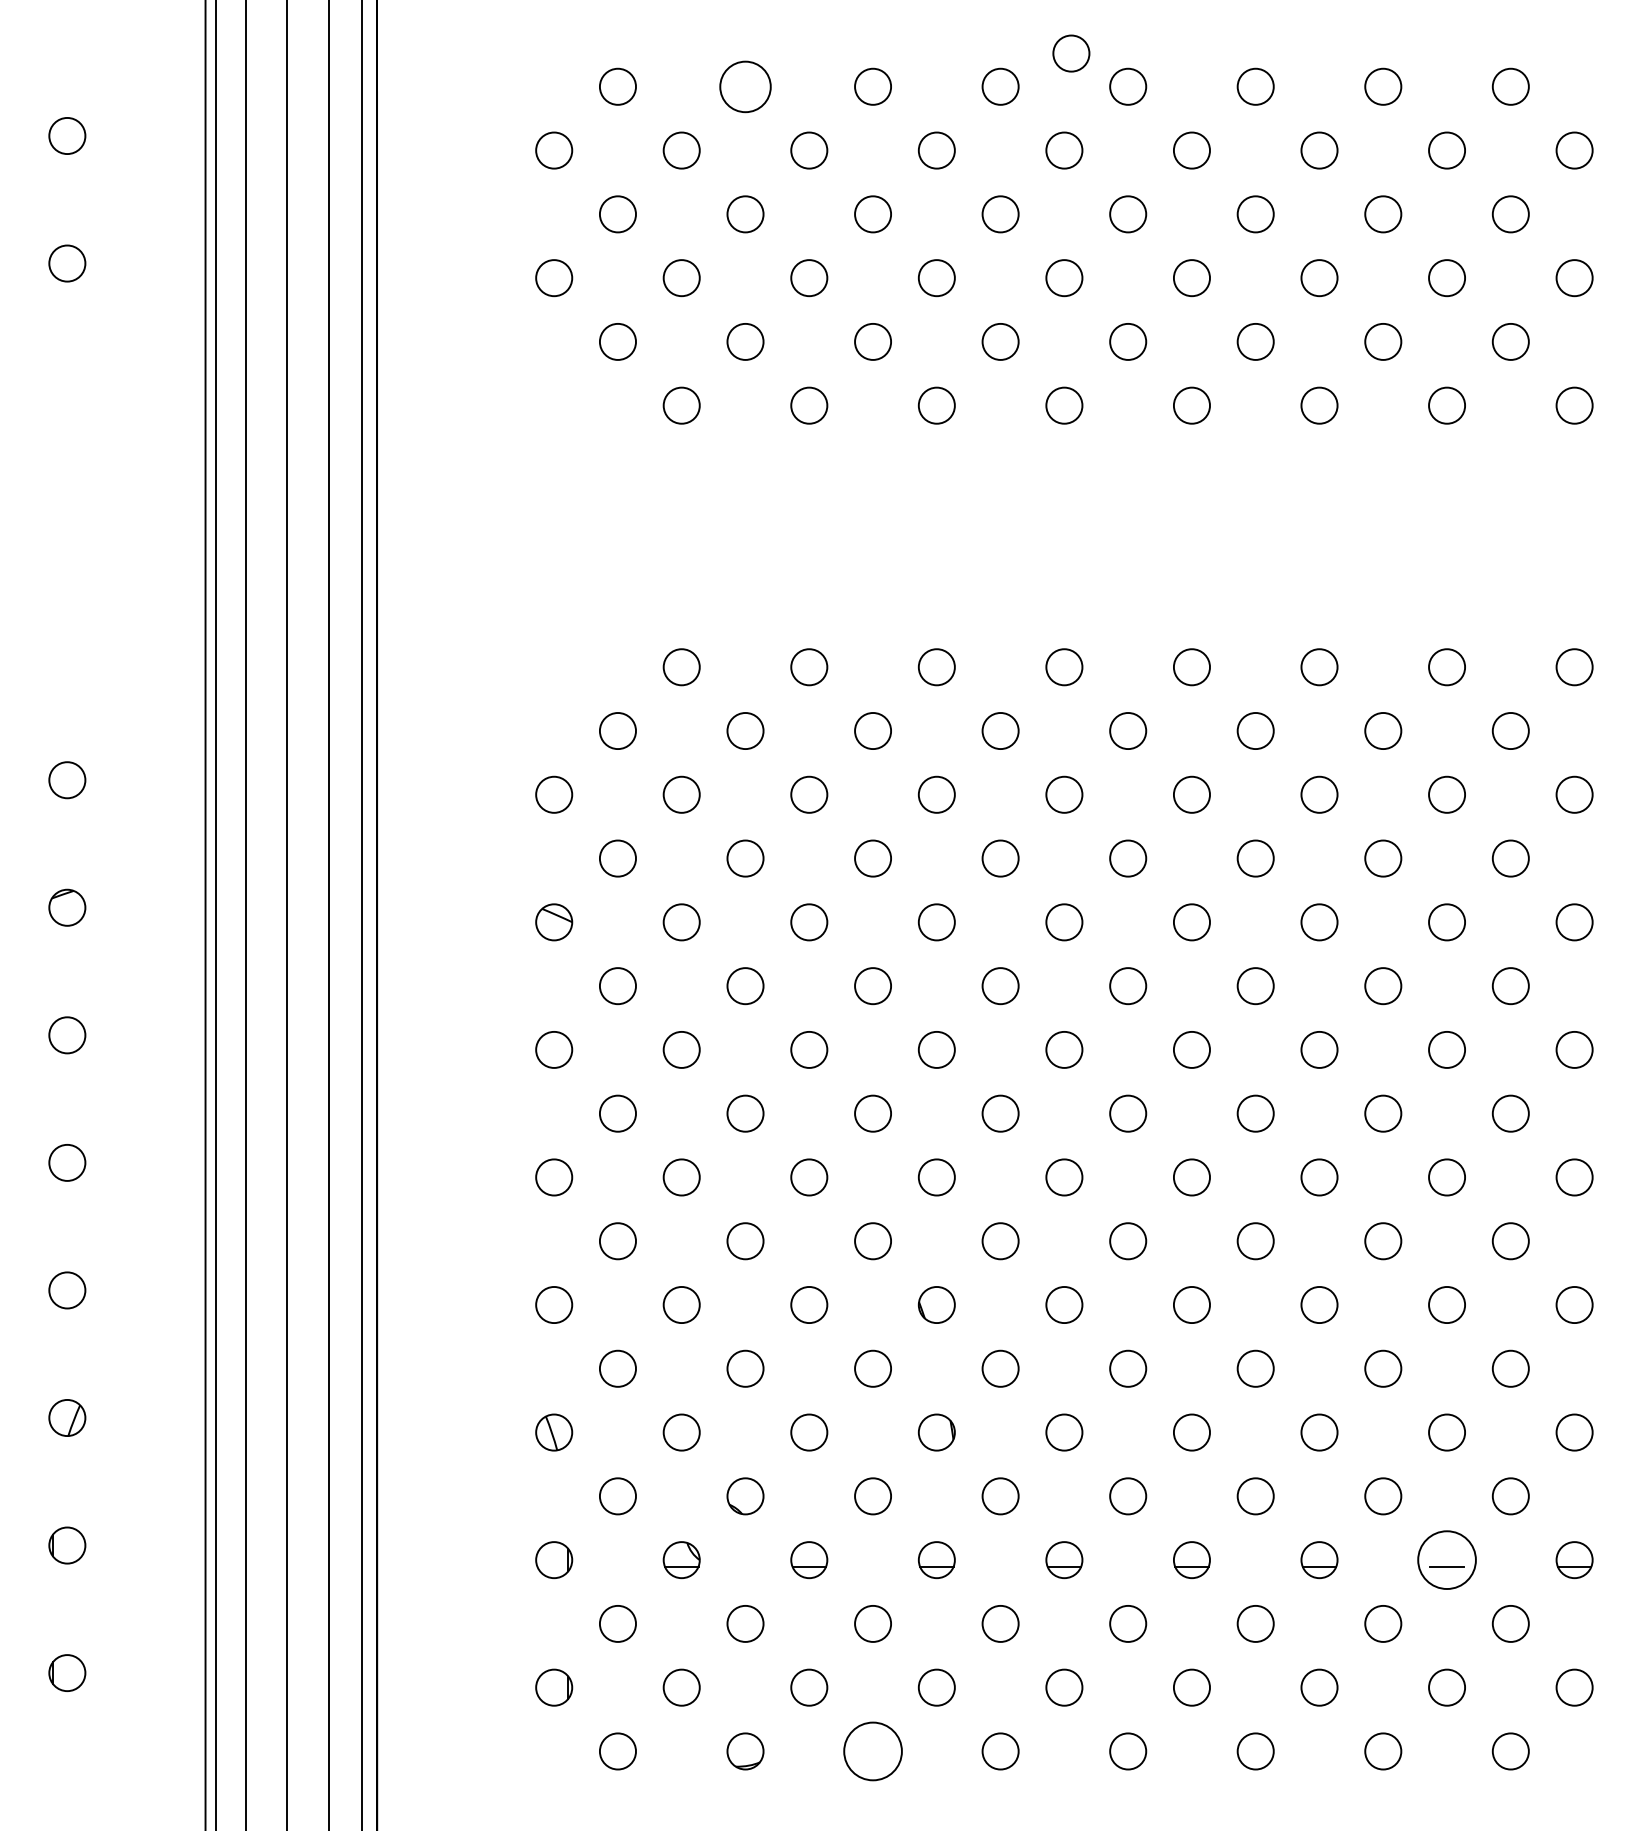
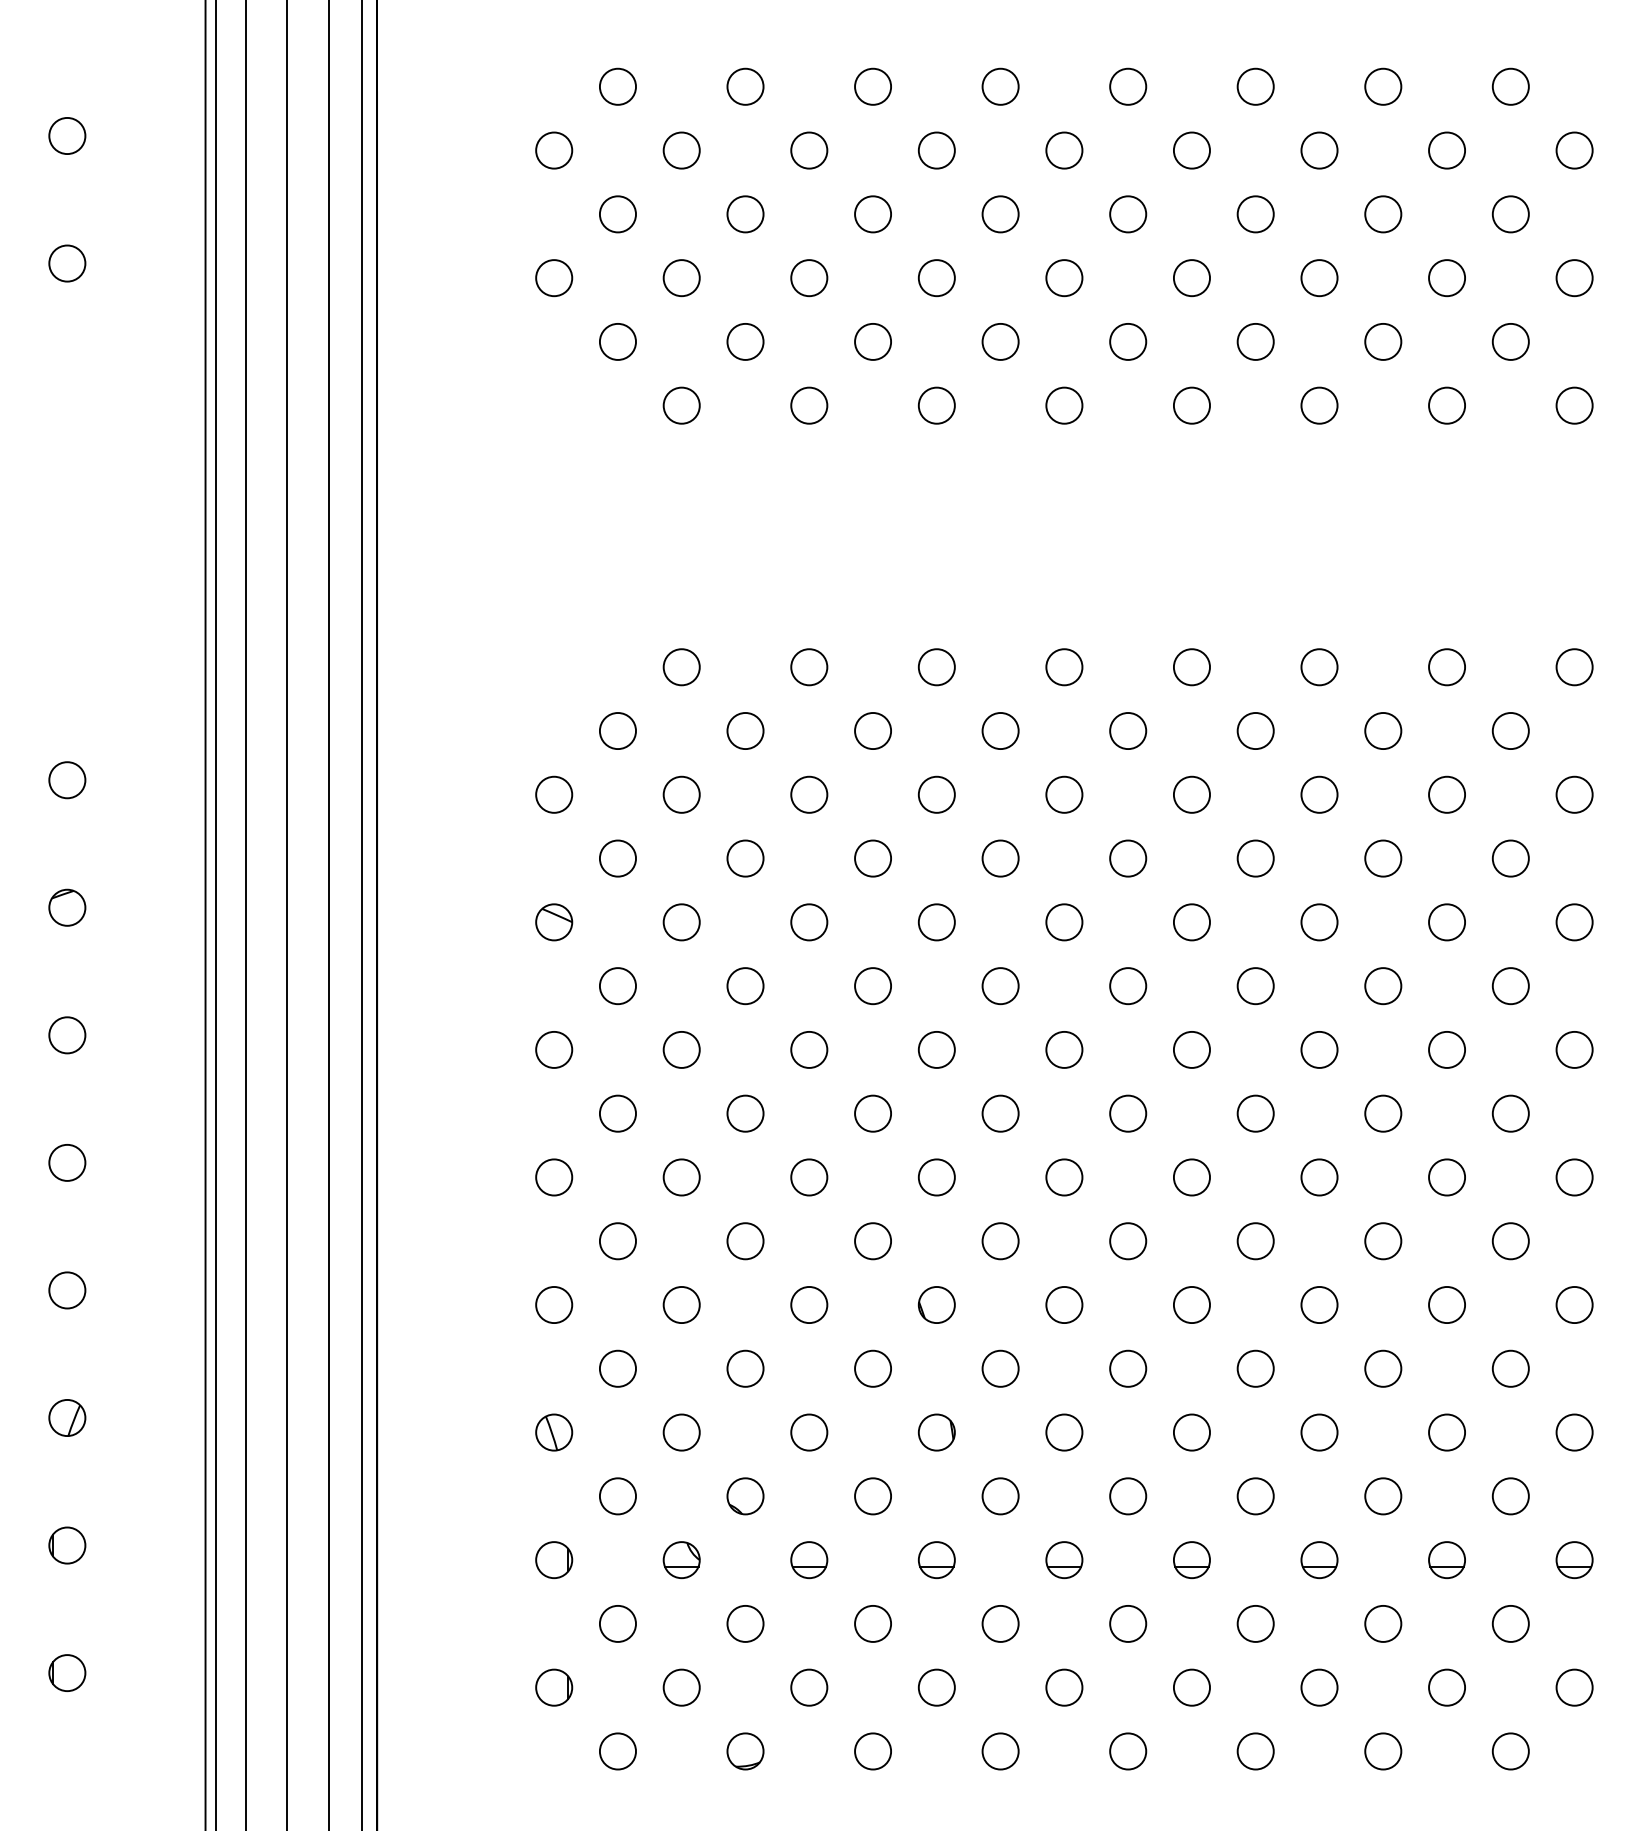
circle at (1071, 53): present -> none
circle at (745, 86) size: 53x54 px -> 39x39 px
circle at (1446, 1560) diameter: 58 px -> 36 px
circle at (872, 1751) diameter: 58 px -> 36 px
